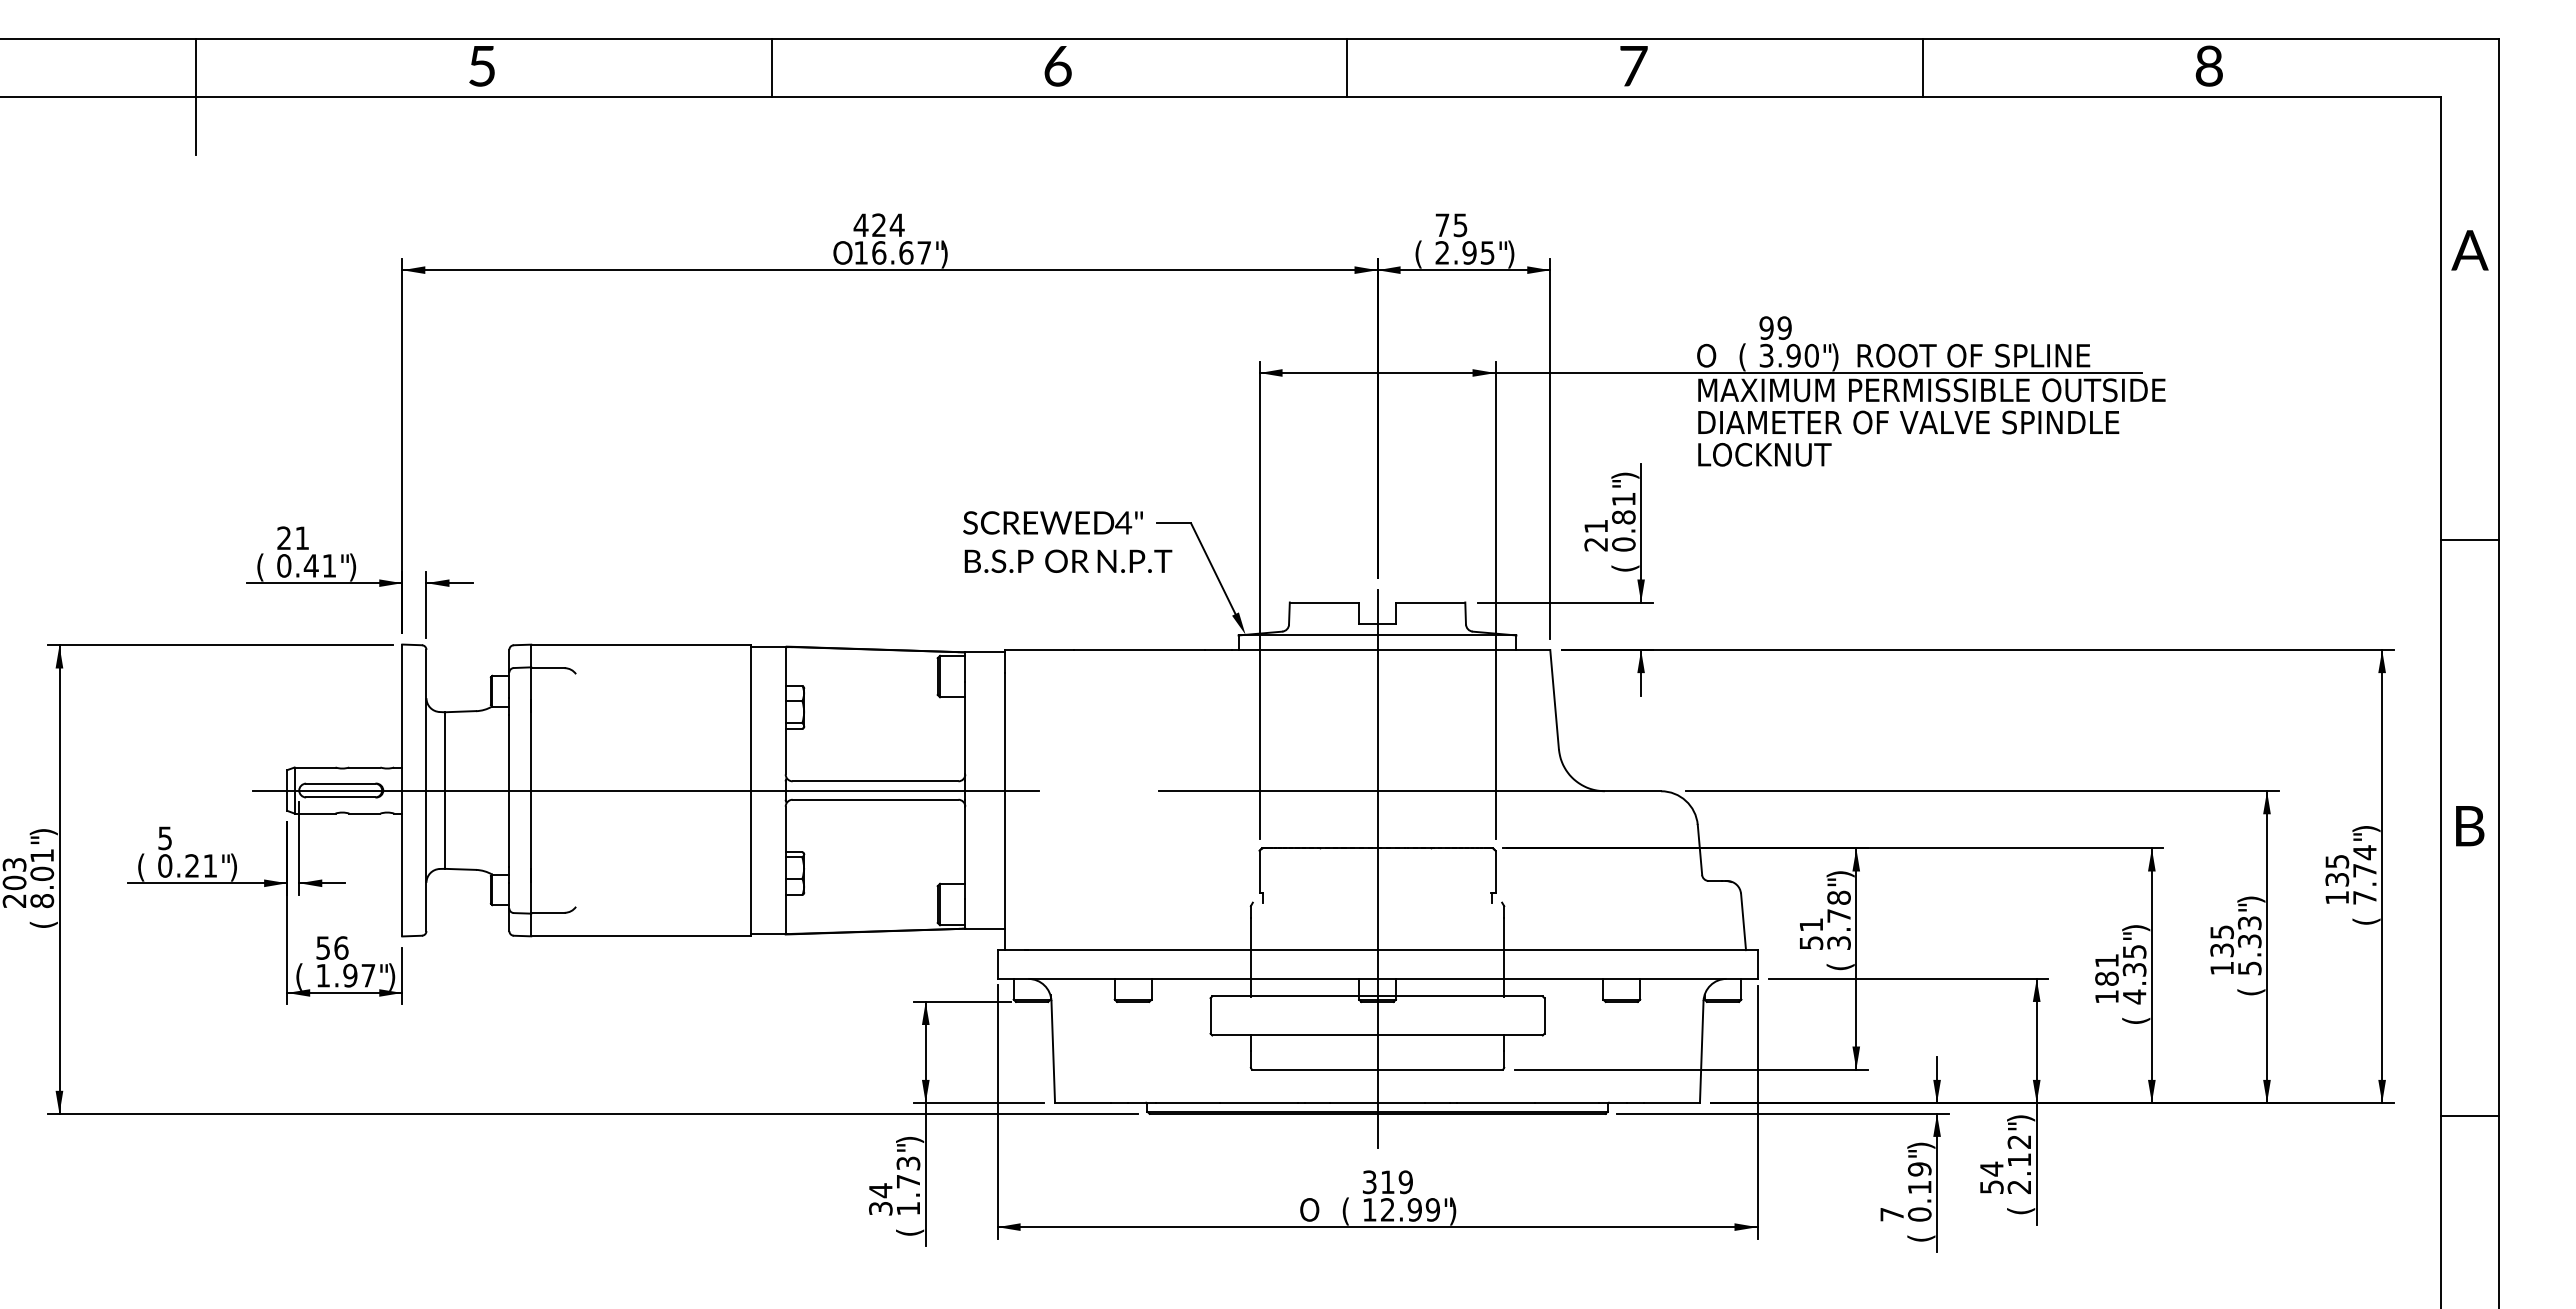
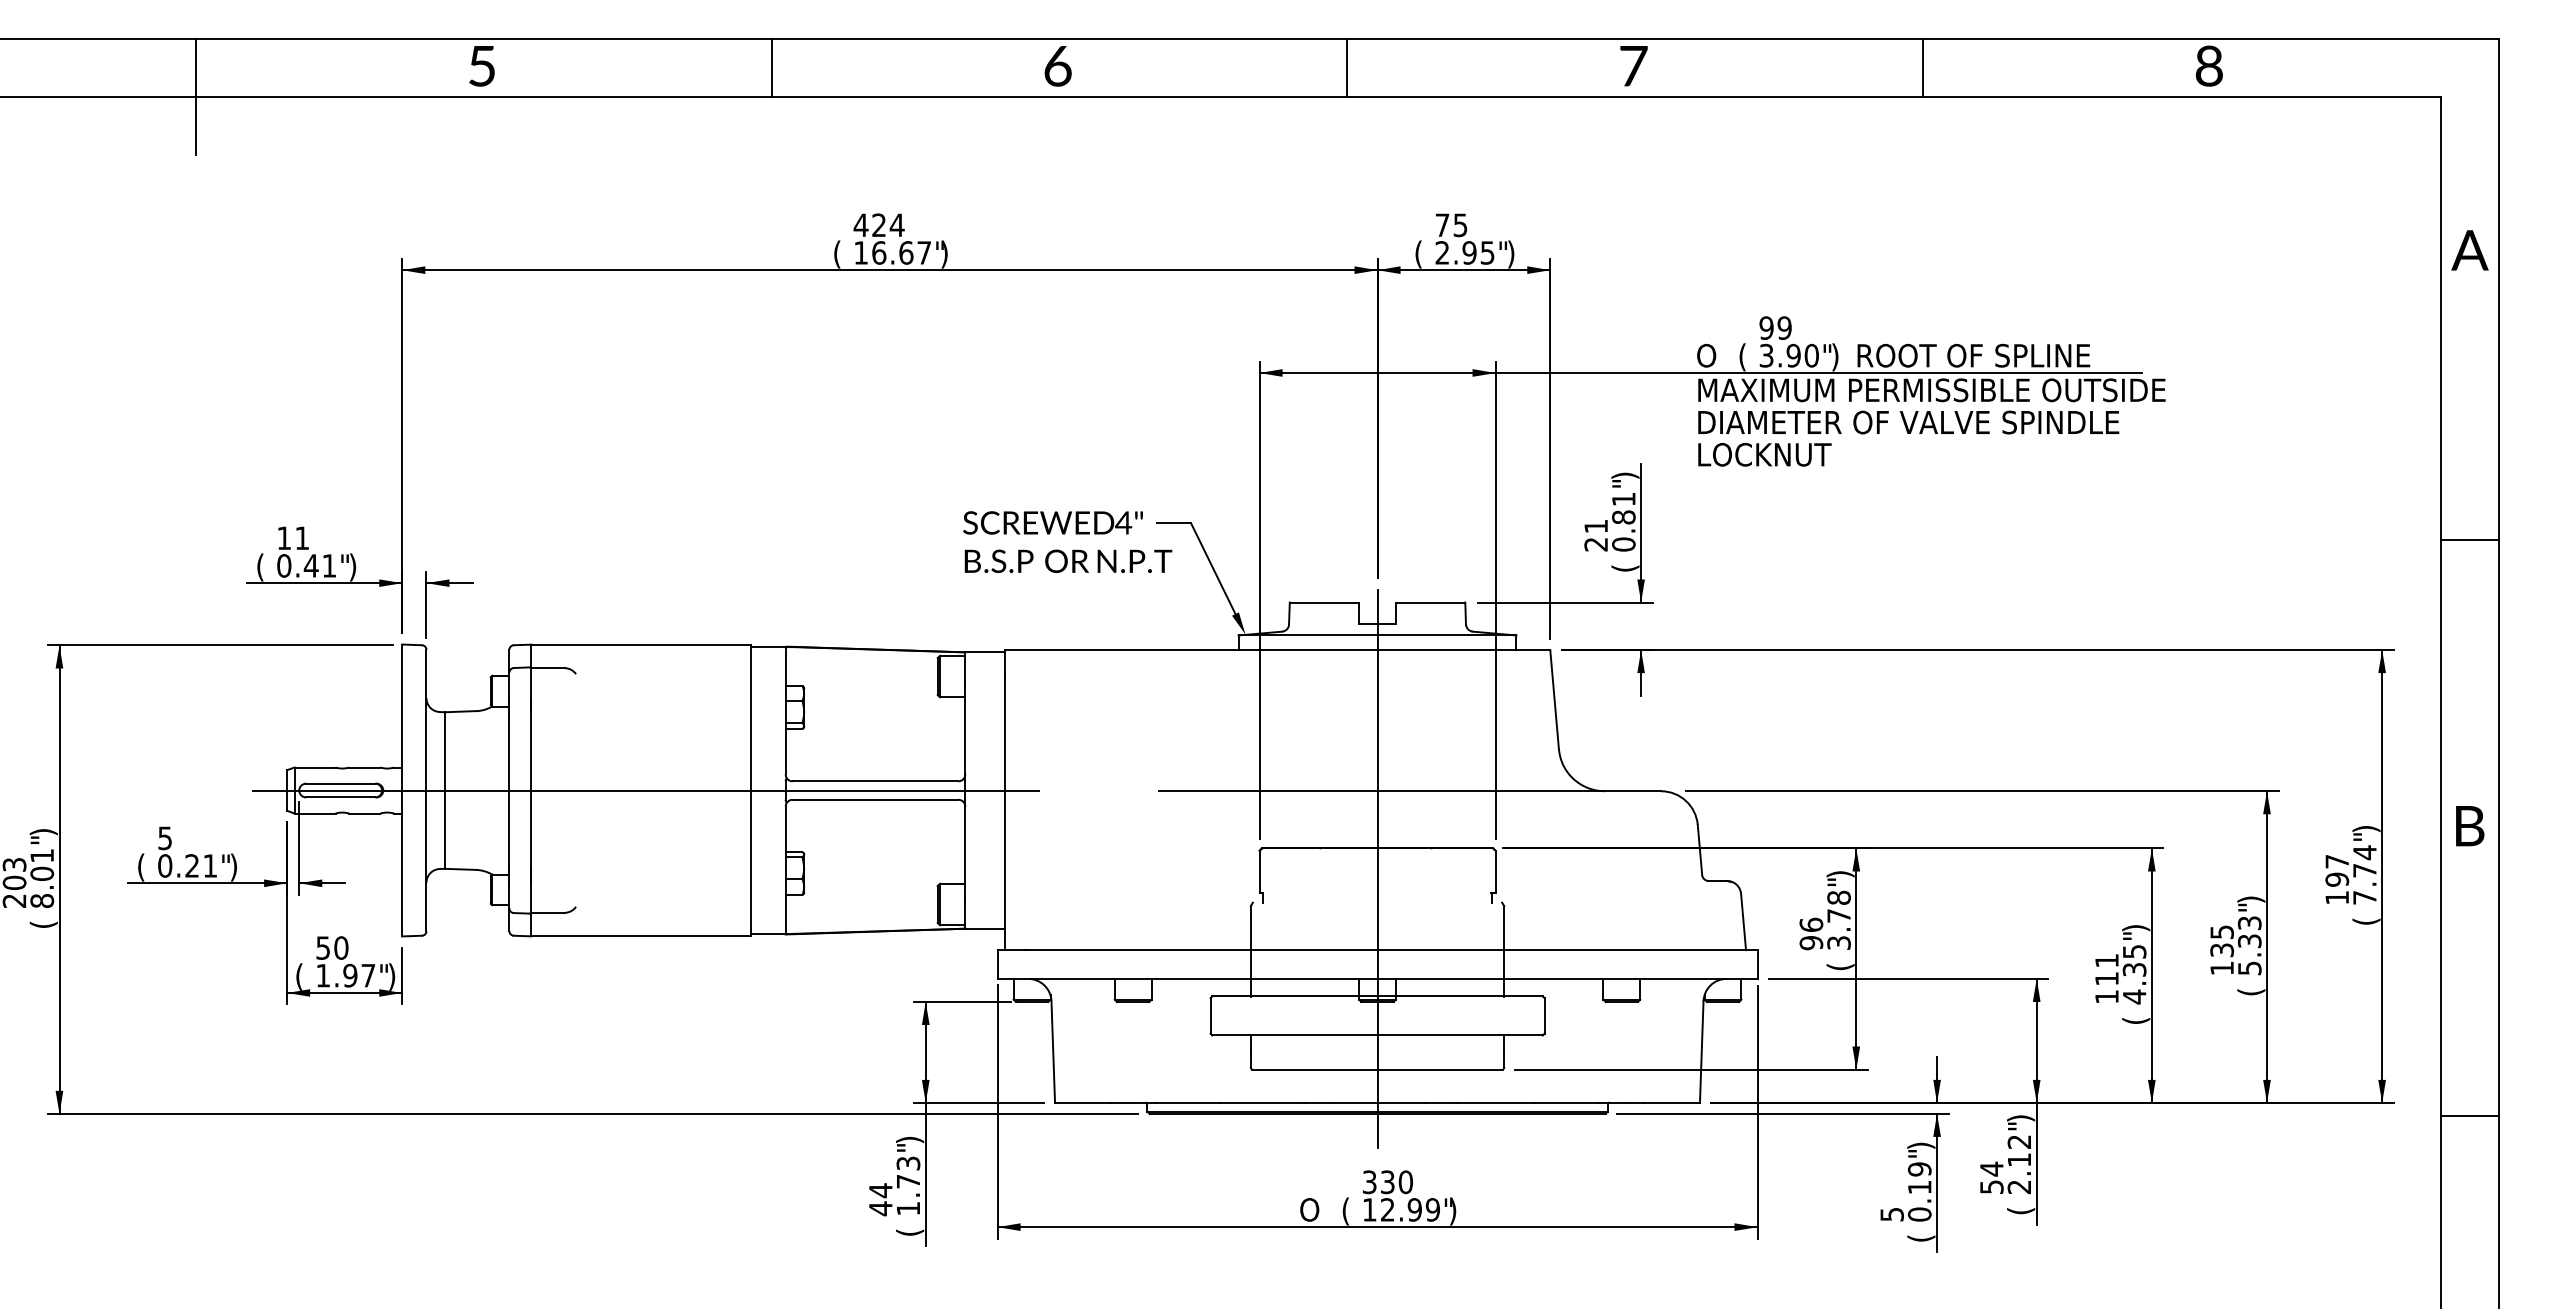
text at (842, 254): O -> (
text at (283, 537): 21 -> 11
text at (2337, 870): 135 -> 197
text at (1811, 933): 51 -> 96
text at (341, 947): 56 -> 50
text at (2106, 978): 181 -> 111
text at (1396, 1182): 319 -> 330
text at (880, 1208): 34 -> 44
text at (1891, 1214): 7 -> 5
